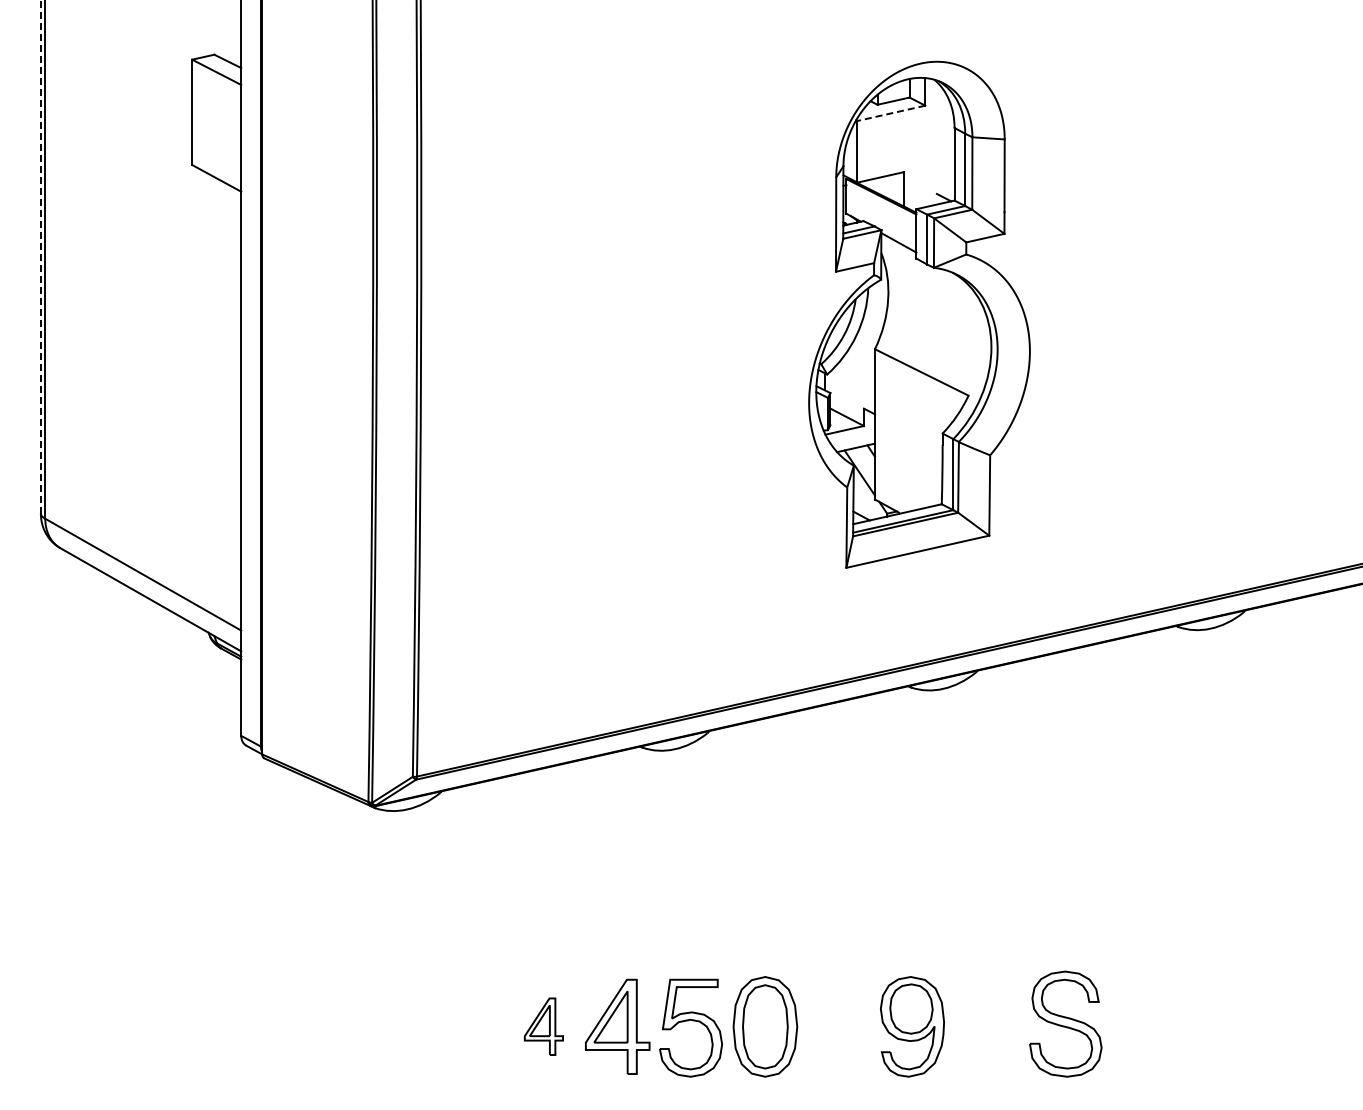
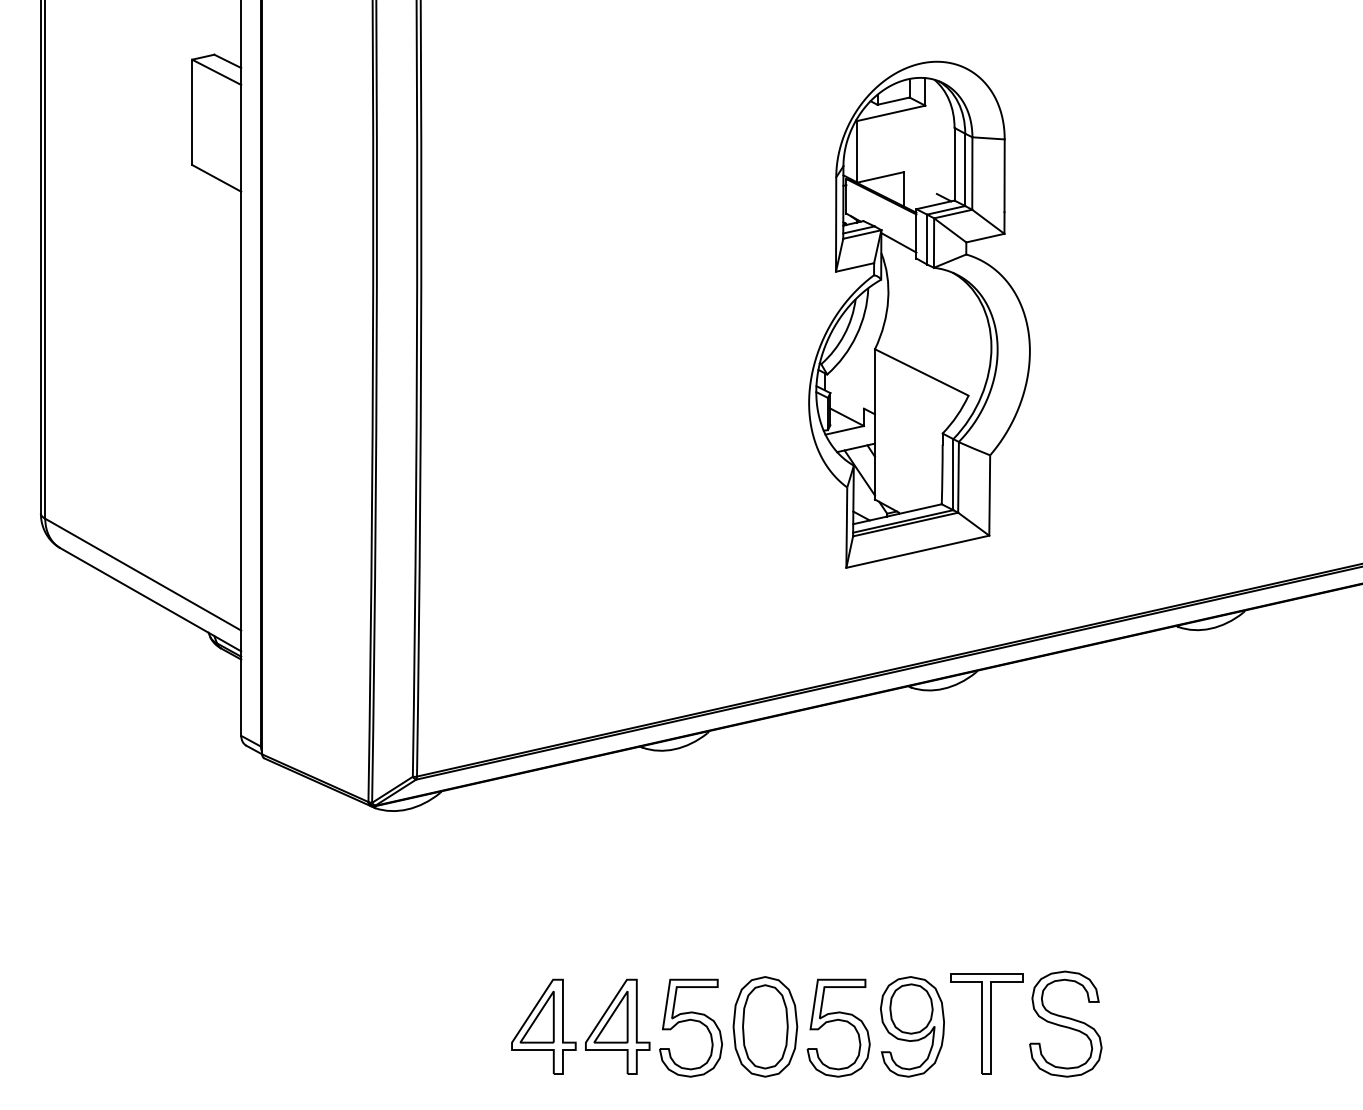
line at (891, 113): dashed -> solid
line at (40, 256): dashed -> solid
part at (840, 1021): none -> present
part at (986, 1023): none -> present
part at (543, 1026) size: 41x59 px -> 66x97 px
